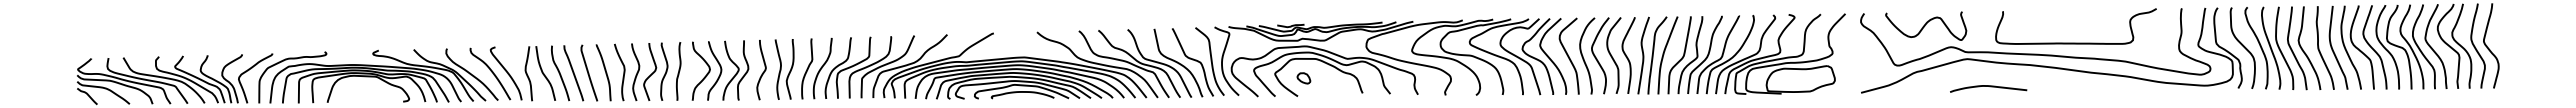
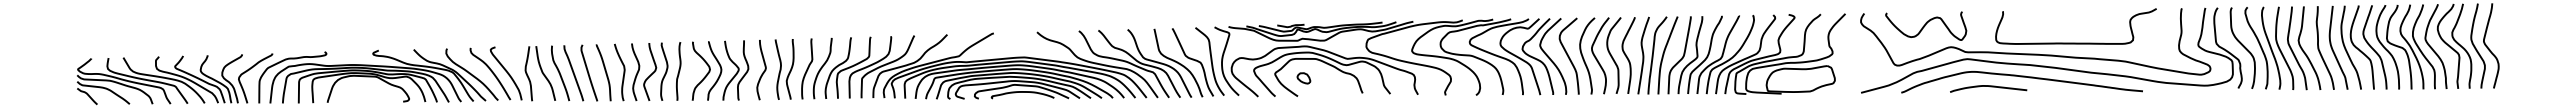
curve at (2021, 77): none -> present
